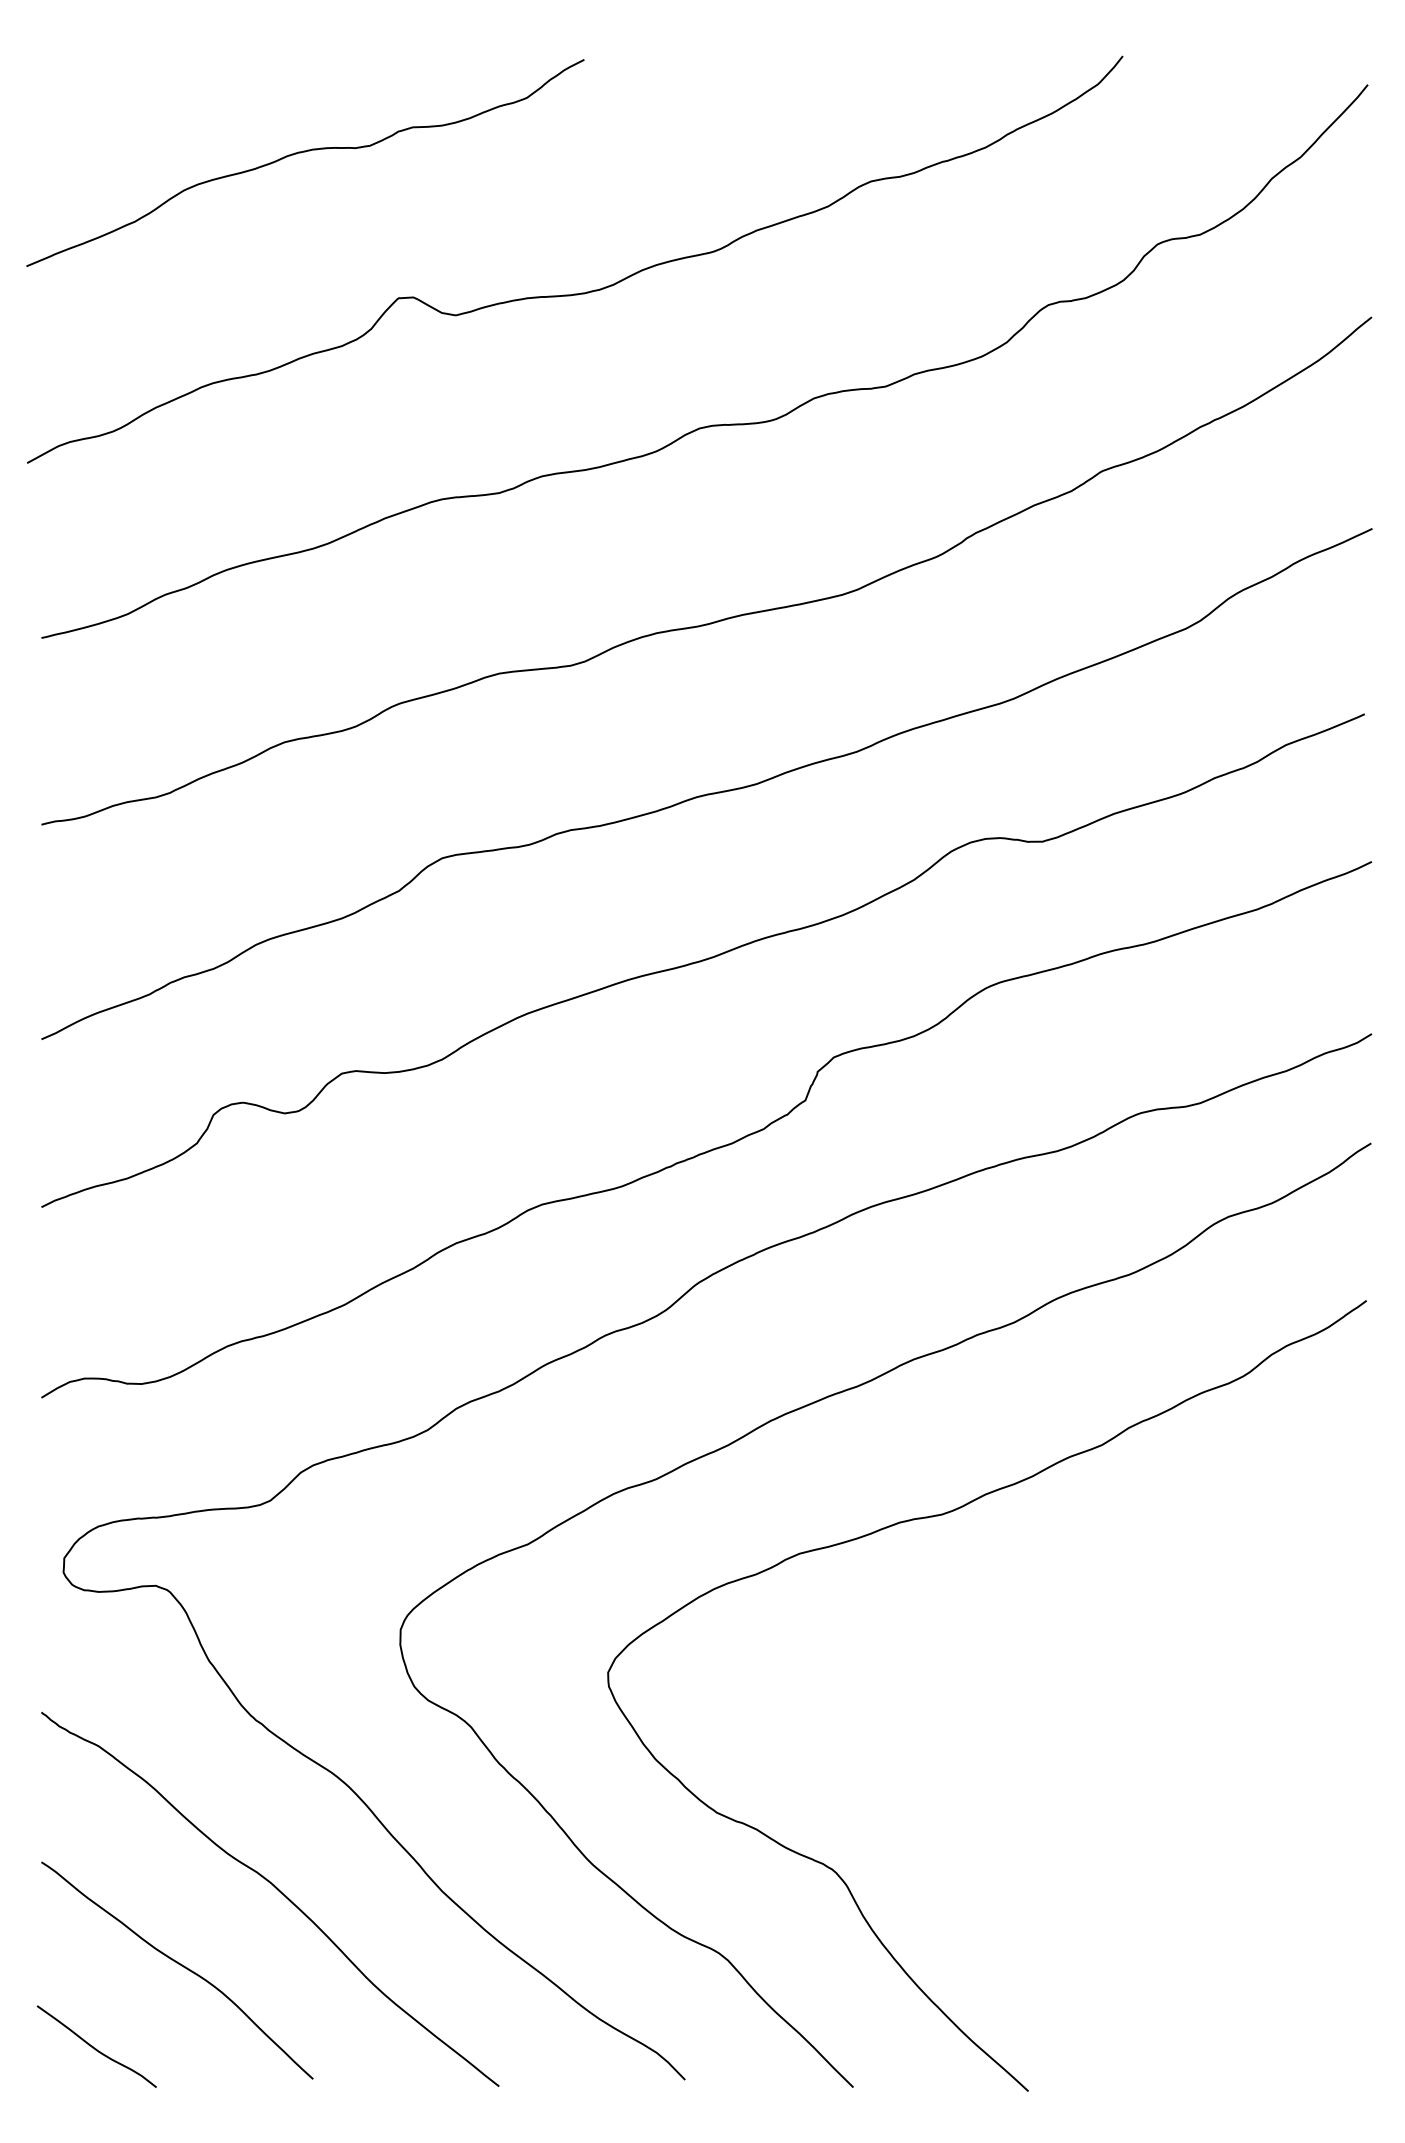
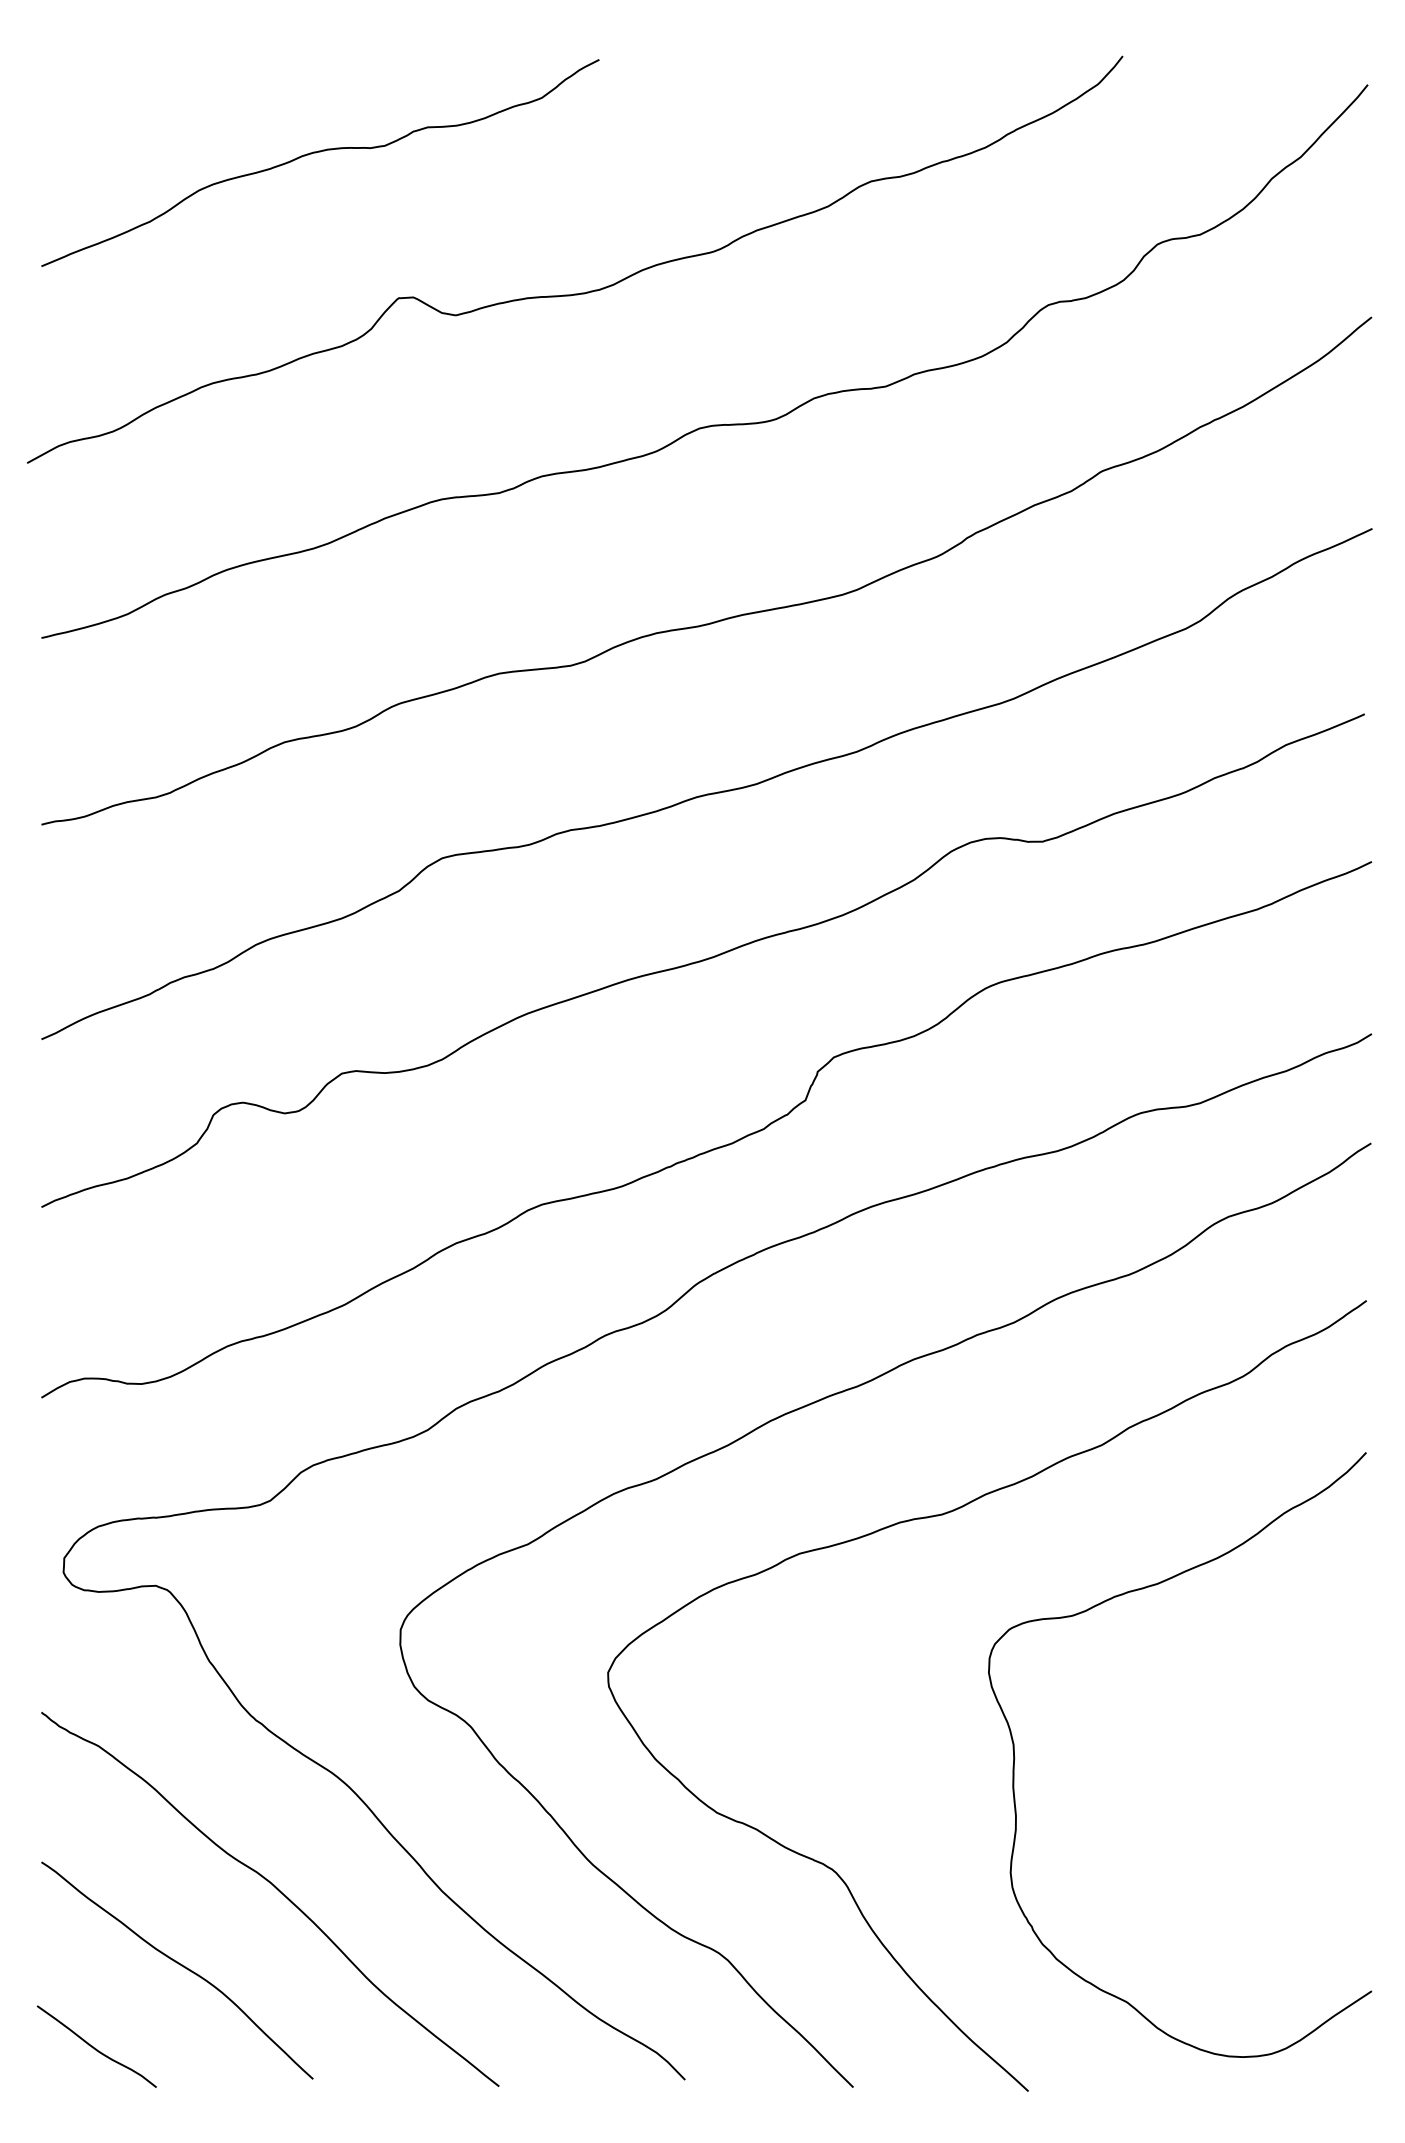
curve at (301, 153) position: (301, 153) -> (316, 153)
curve at (1015, 1758): none -> present
